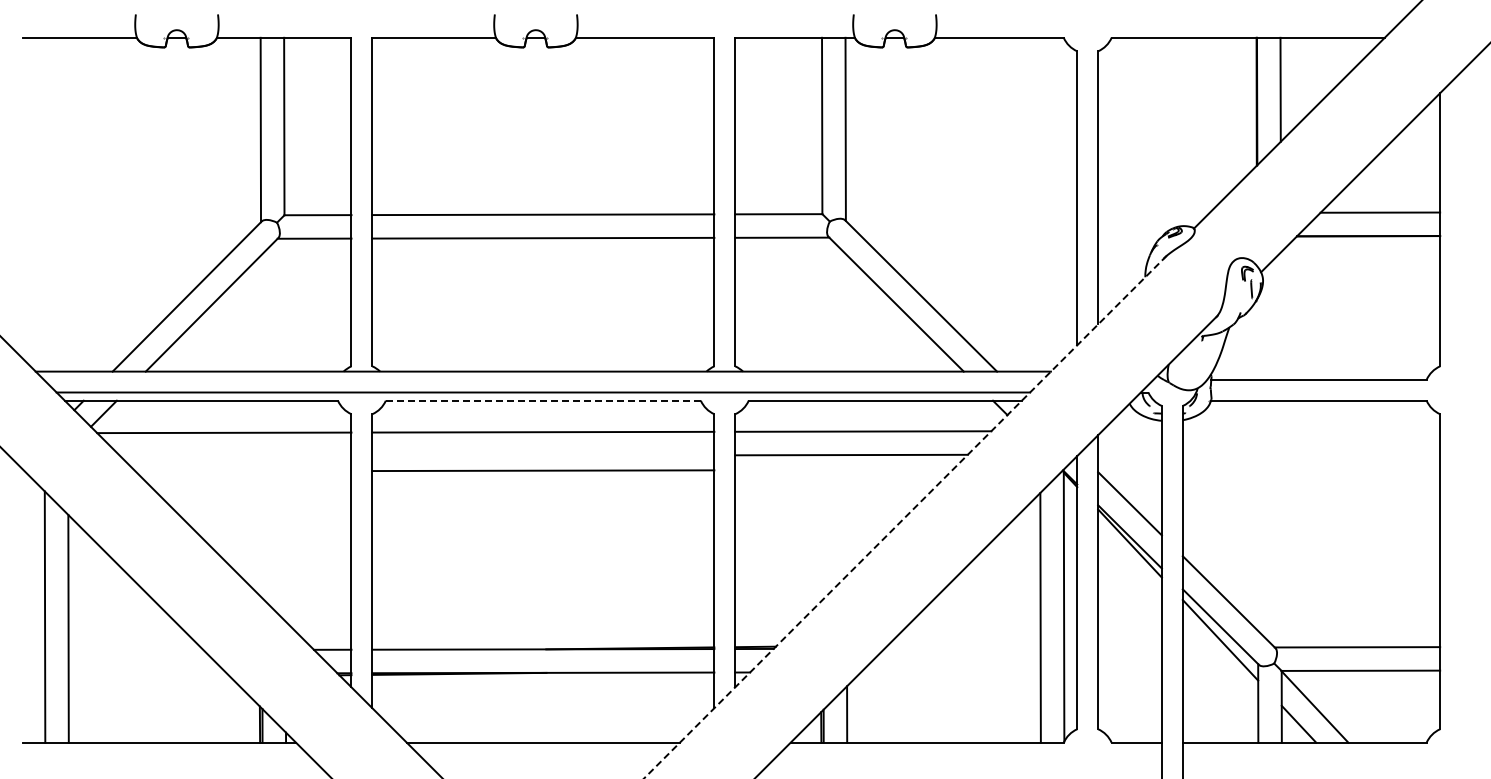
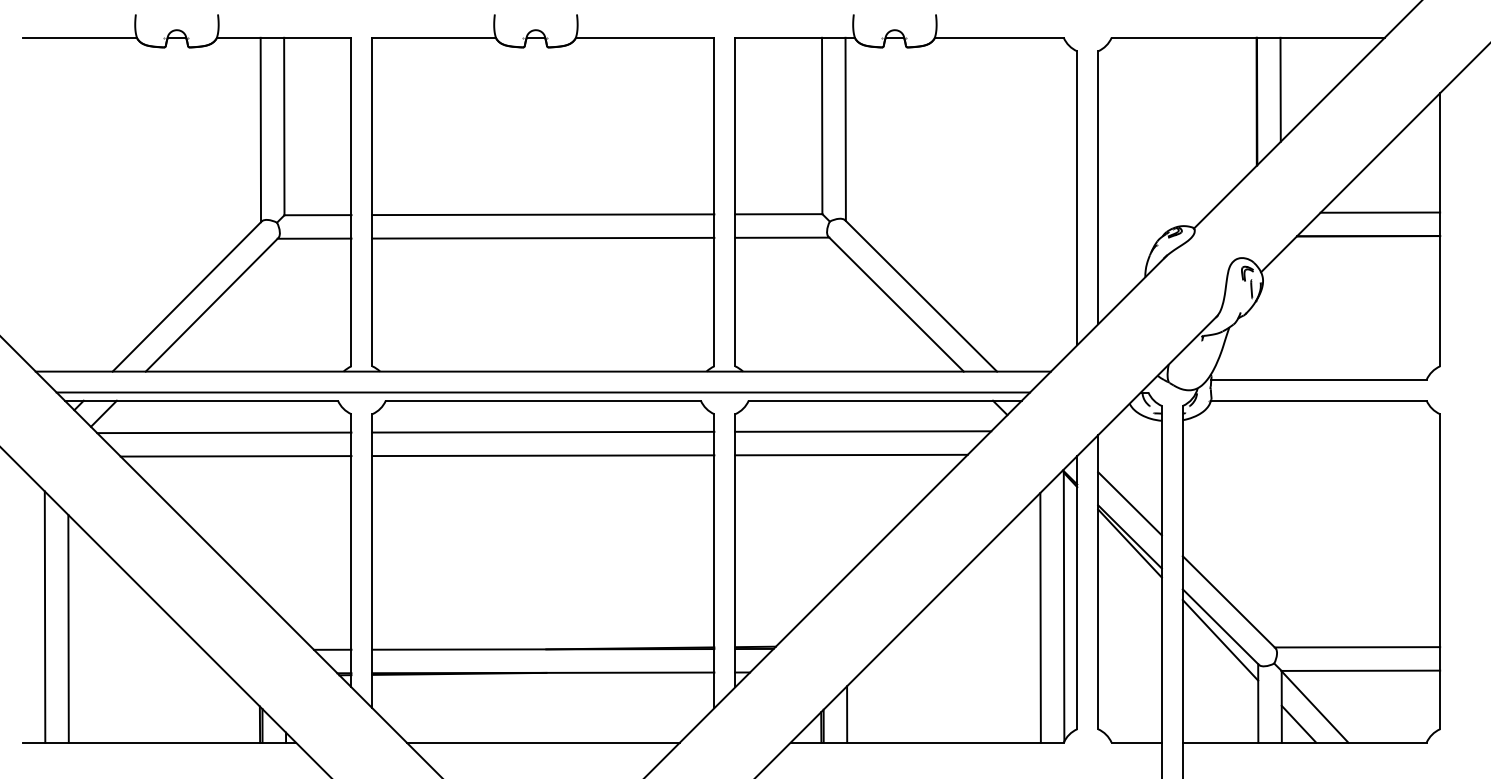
line at (543, 400): dashed -> solid
line at (235, 456): none -> present
line at (543, 470) position: (543, 470) -> (543, 455)
line at (905, 517): dashed -> solid
